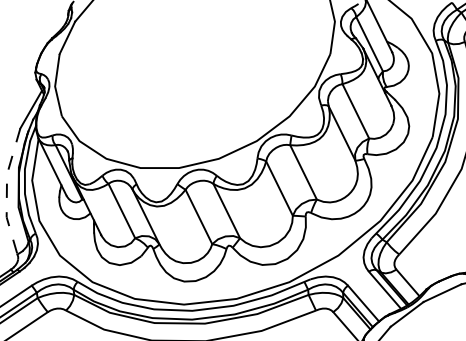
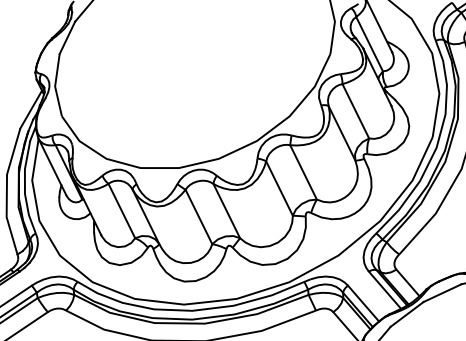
line at (6, 191): dashed -> solid
